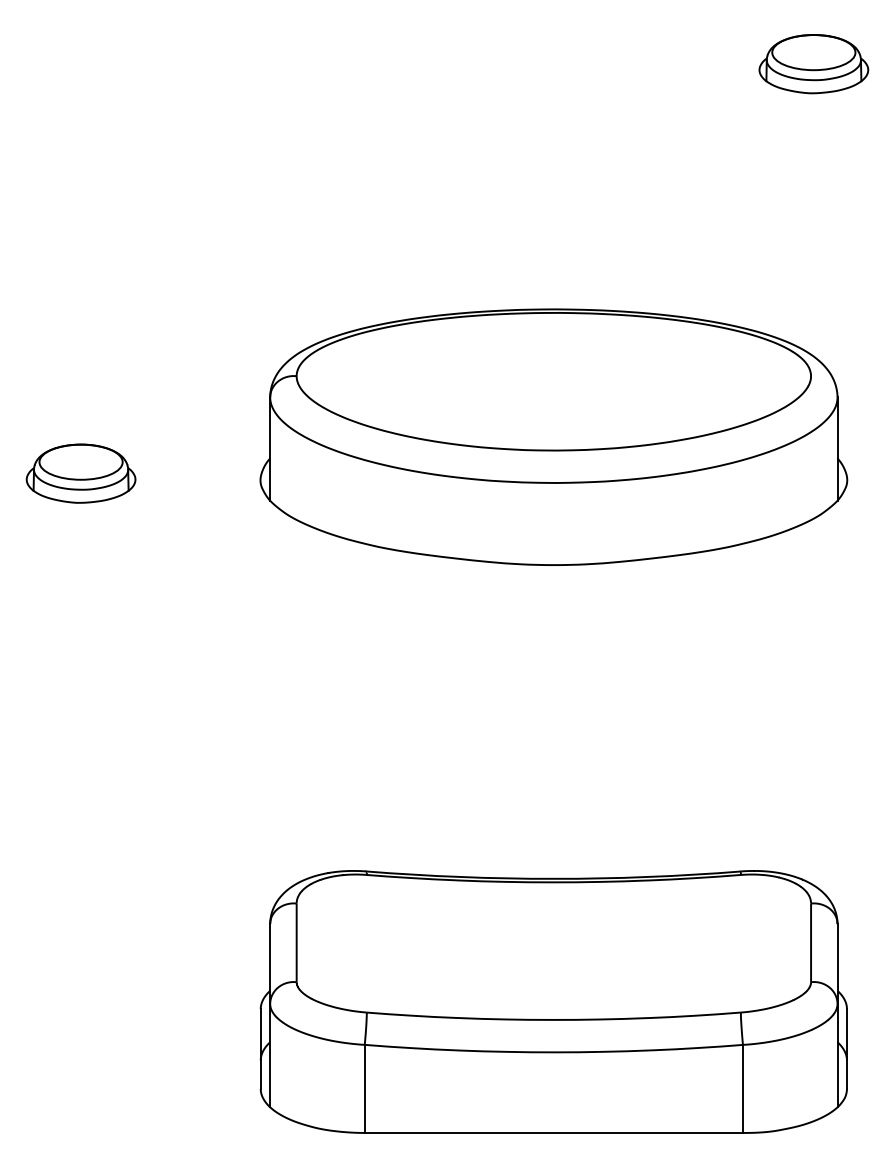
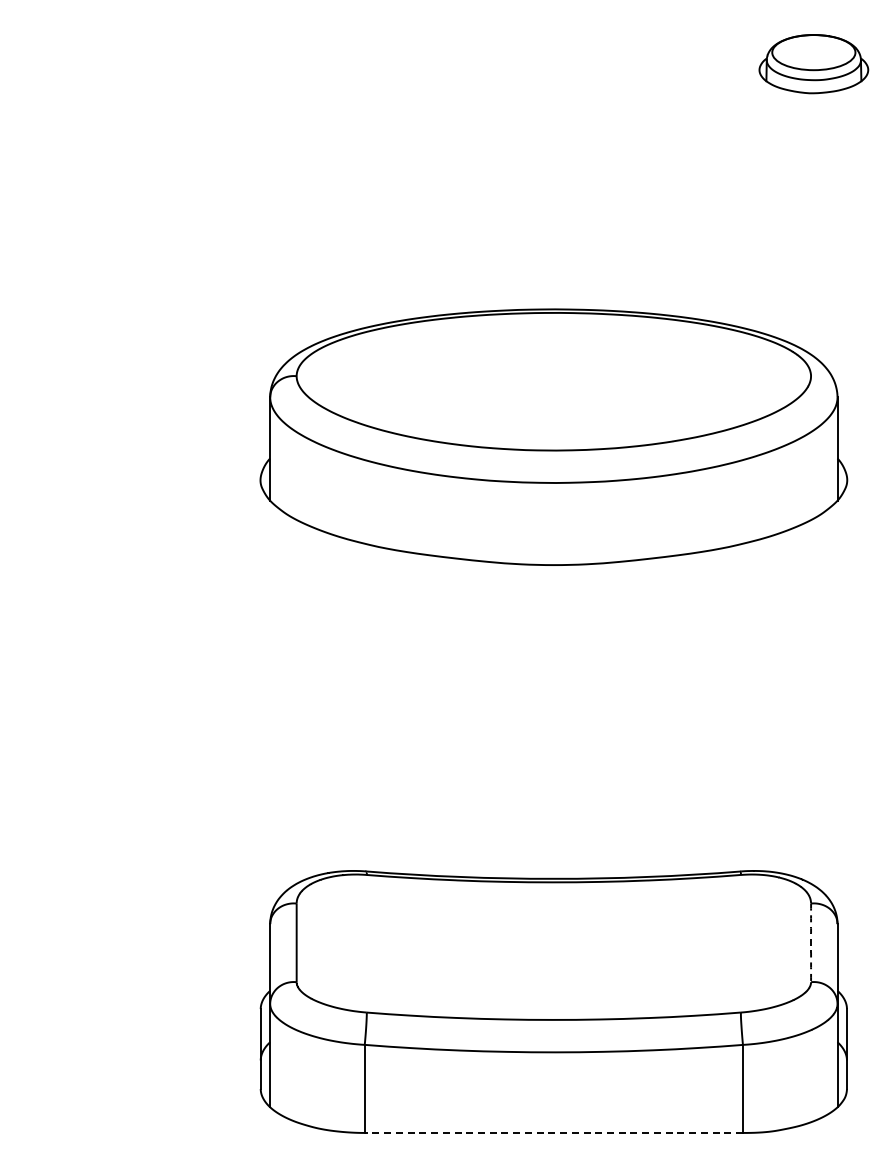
part at (80, 473): present -> none
line at (811, 942): solid -> dashed
line at (553, 1132): solid -> dashed
